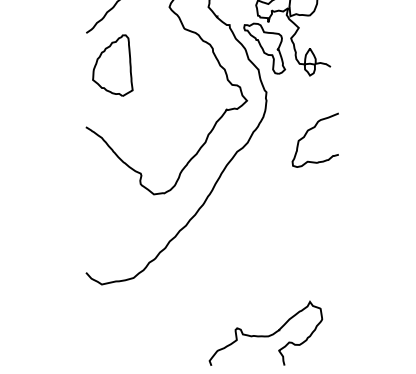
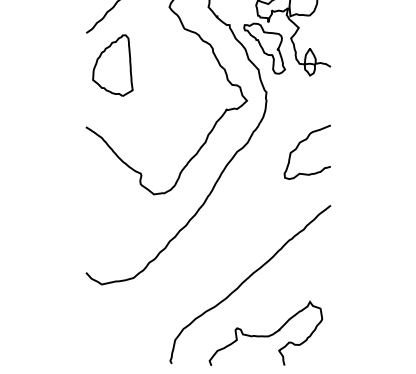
curve at (307, 133) position: (307, 133) -> (299, 145)
curve at (248, 279): none -> present
